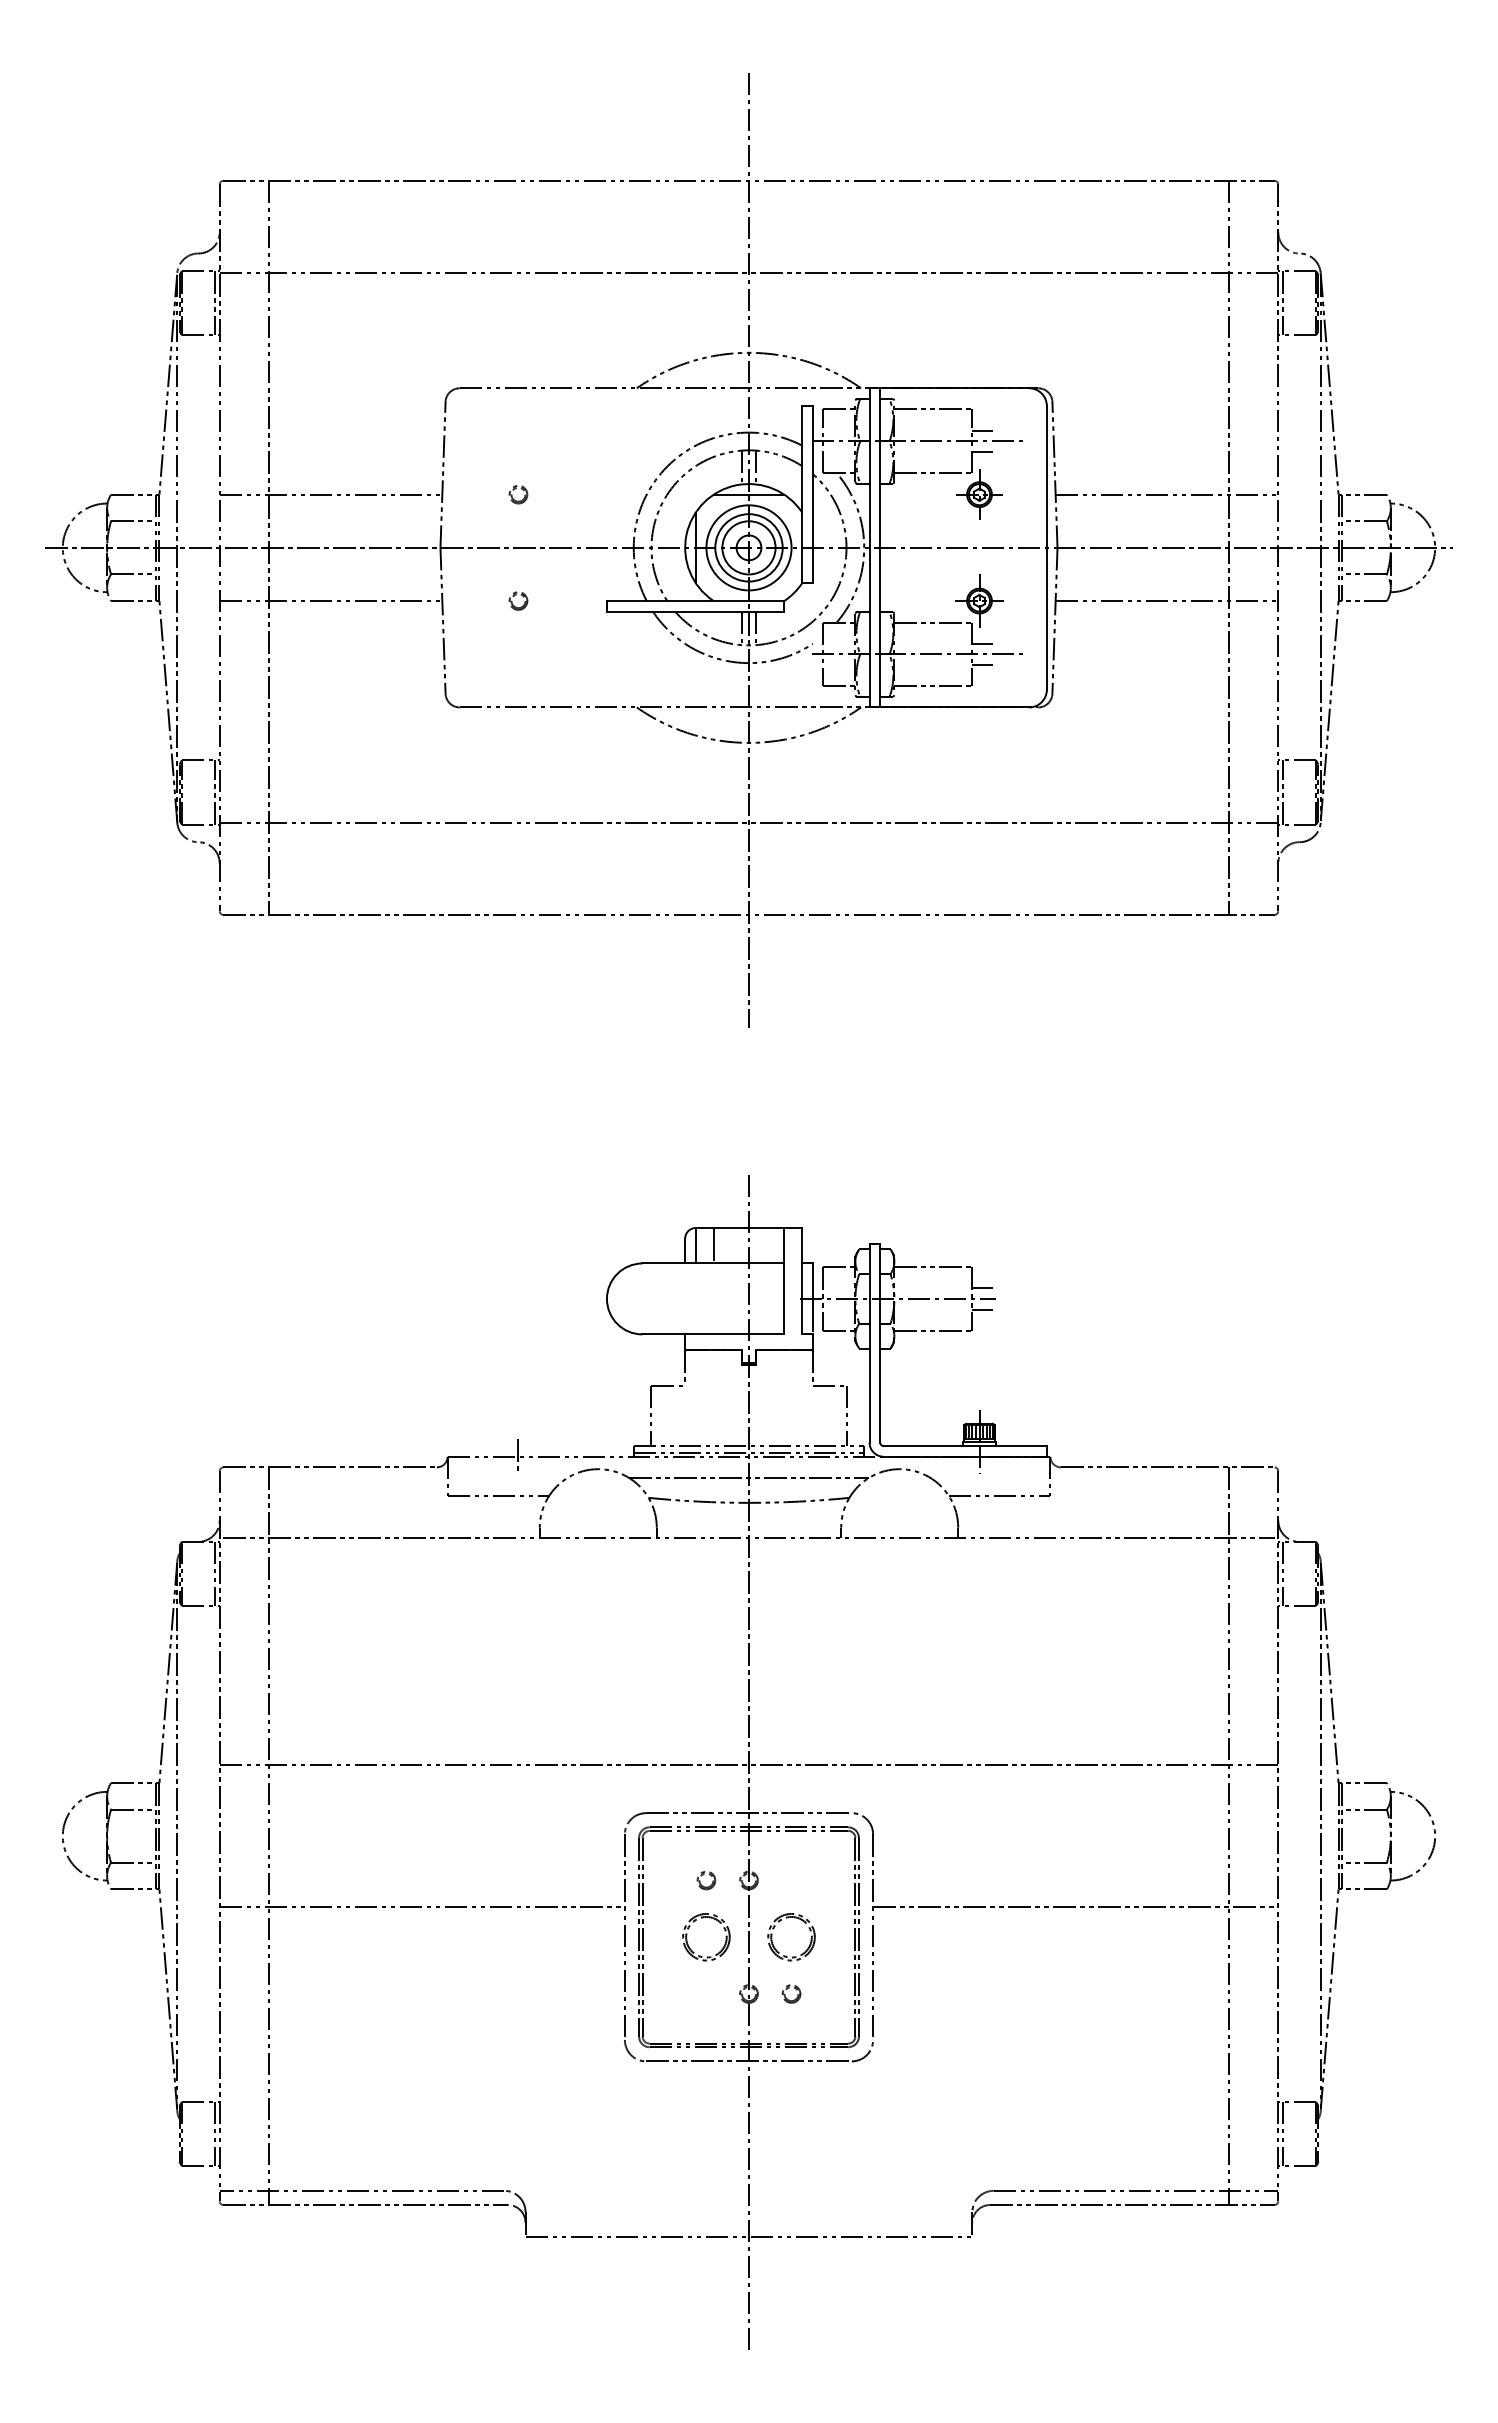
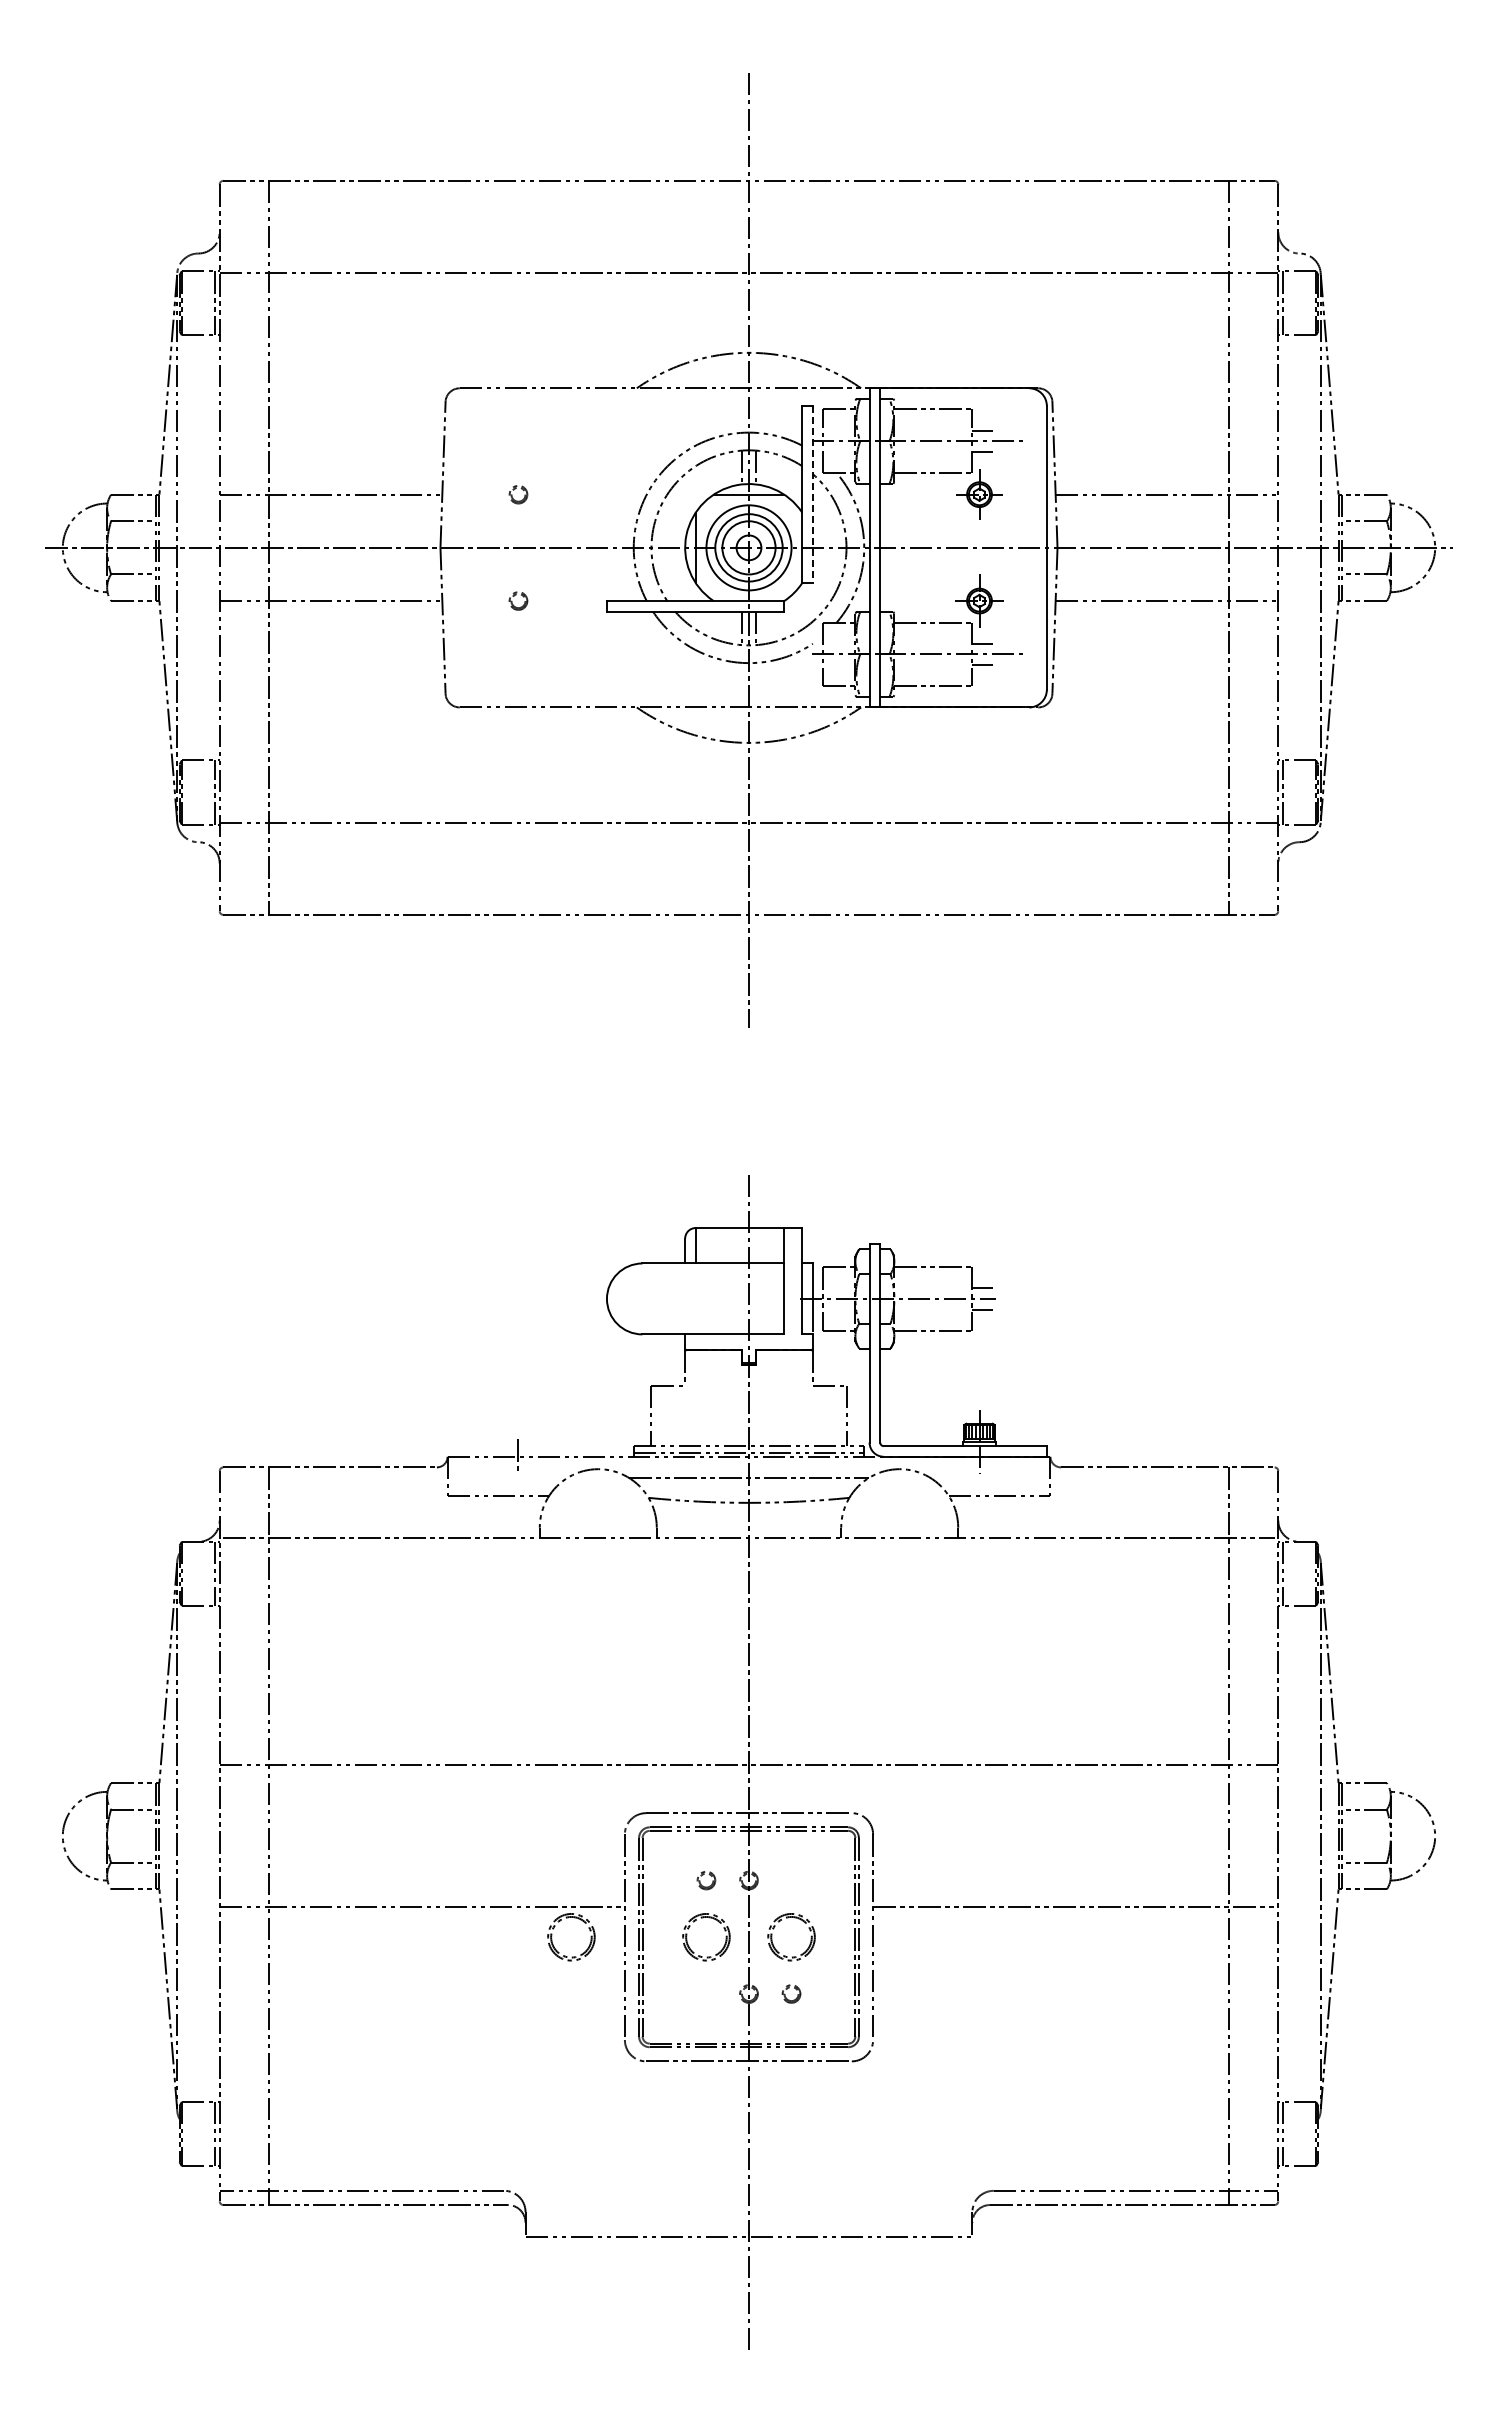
line at (812, 494): solid -> dashed
line at (713, 1244): present -> none
part at (587, 1947): none -> present
